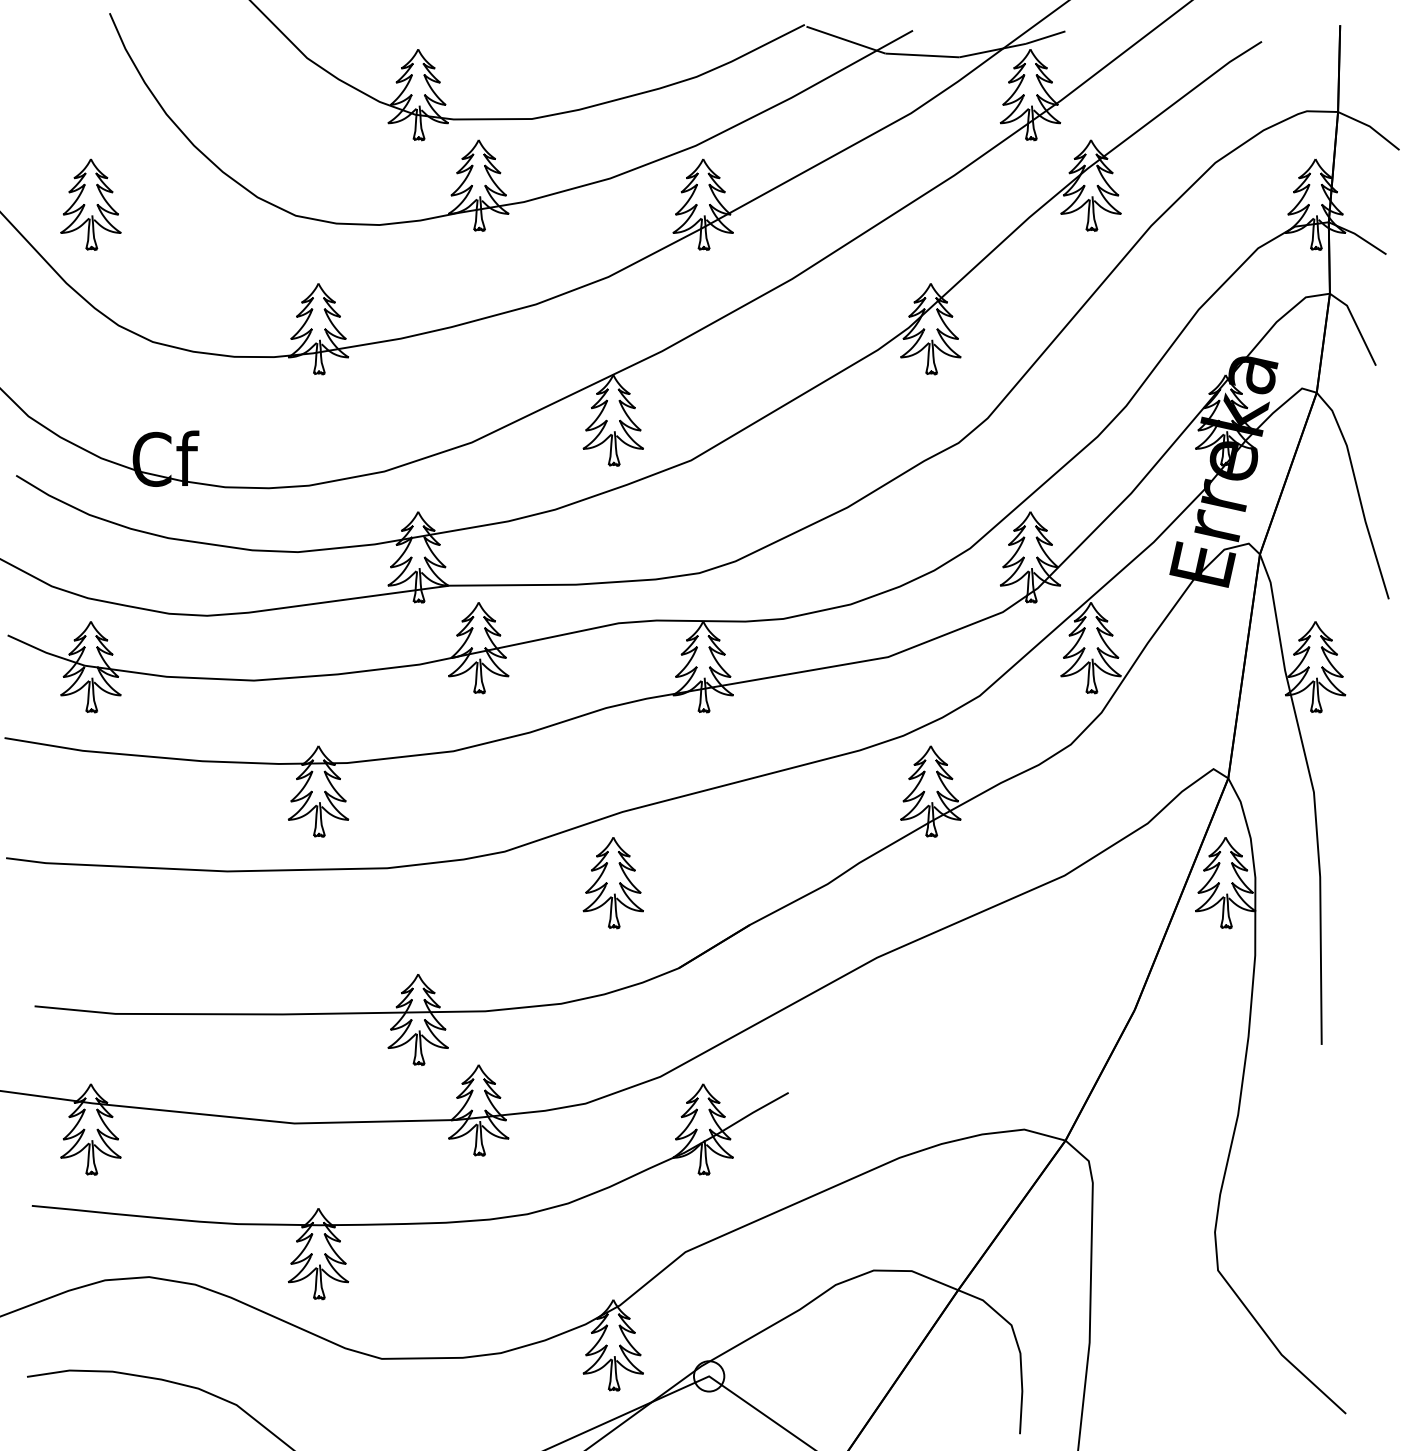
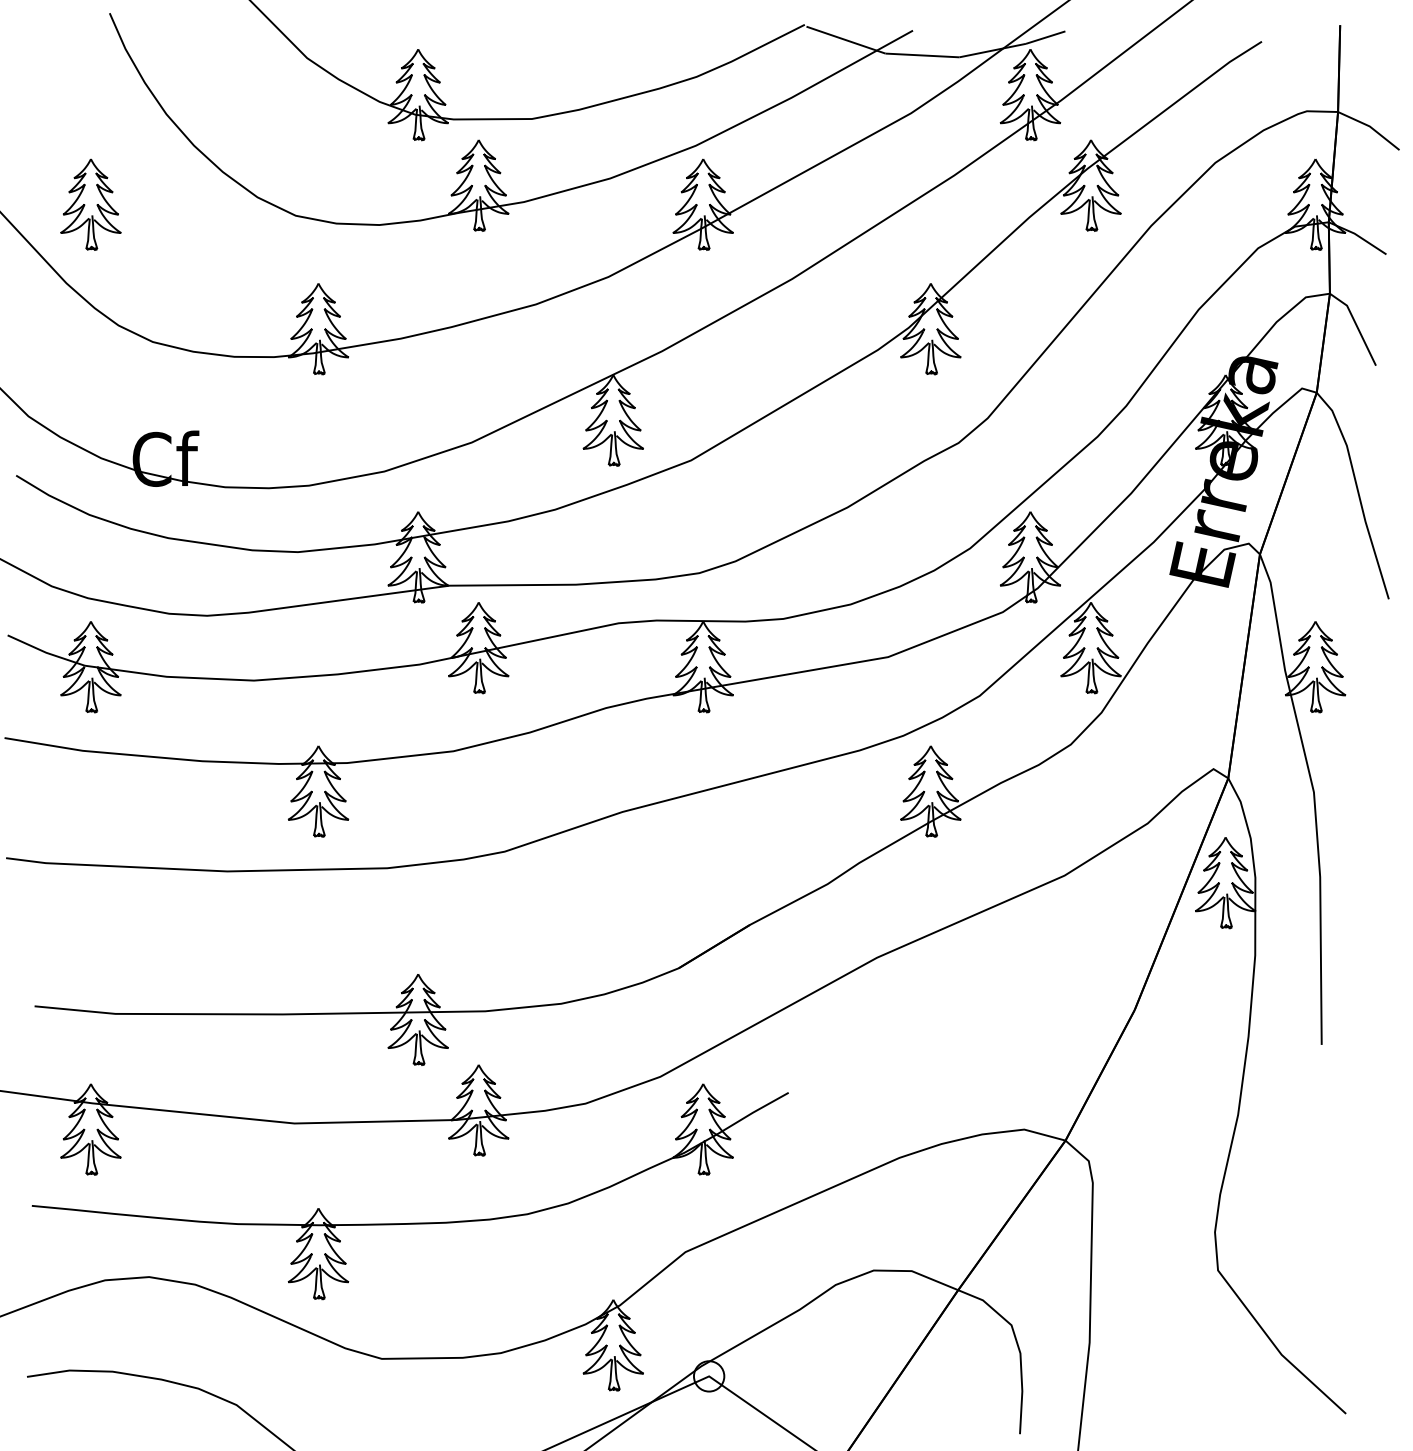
part at (612, 883): present -> none
